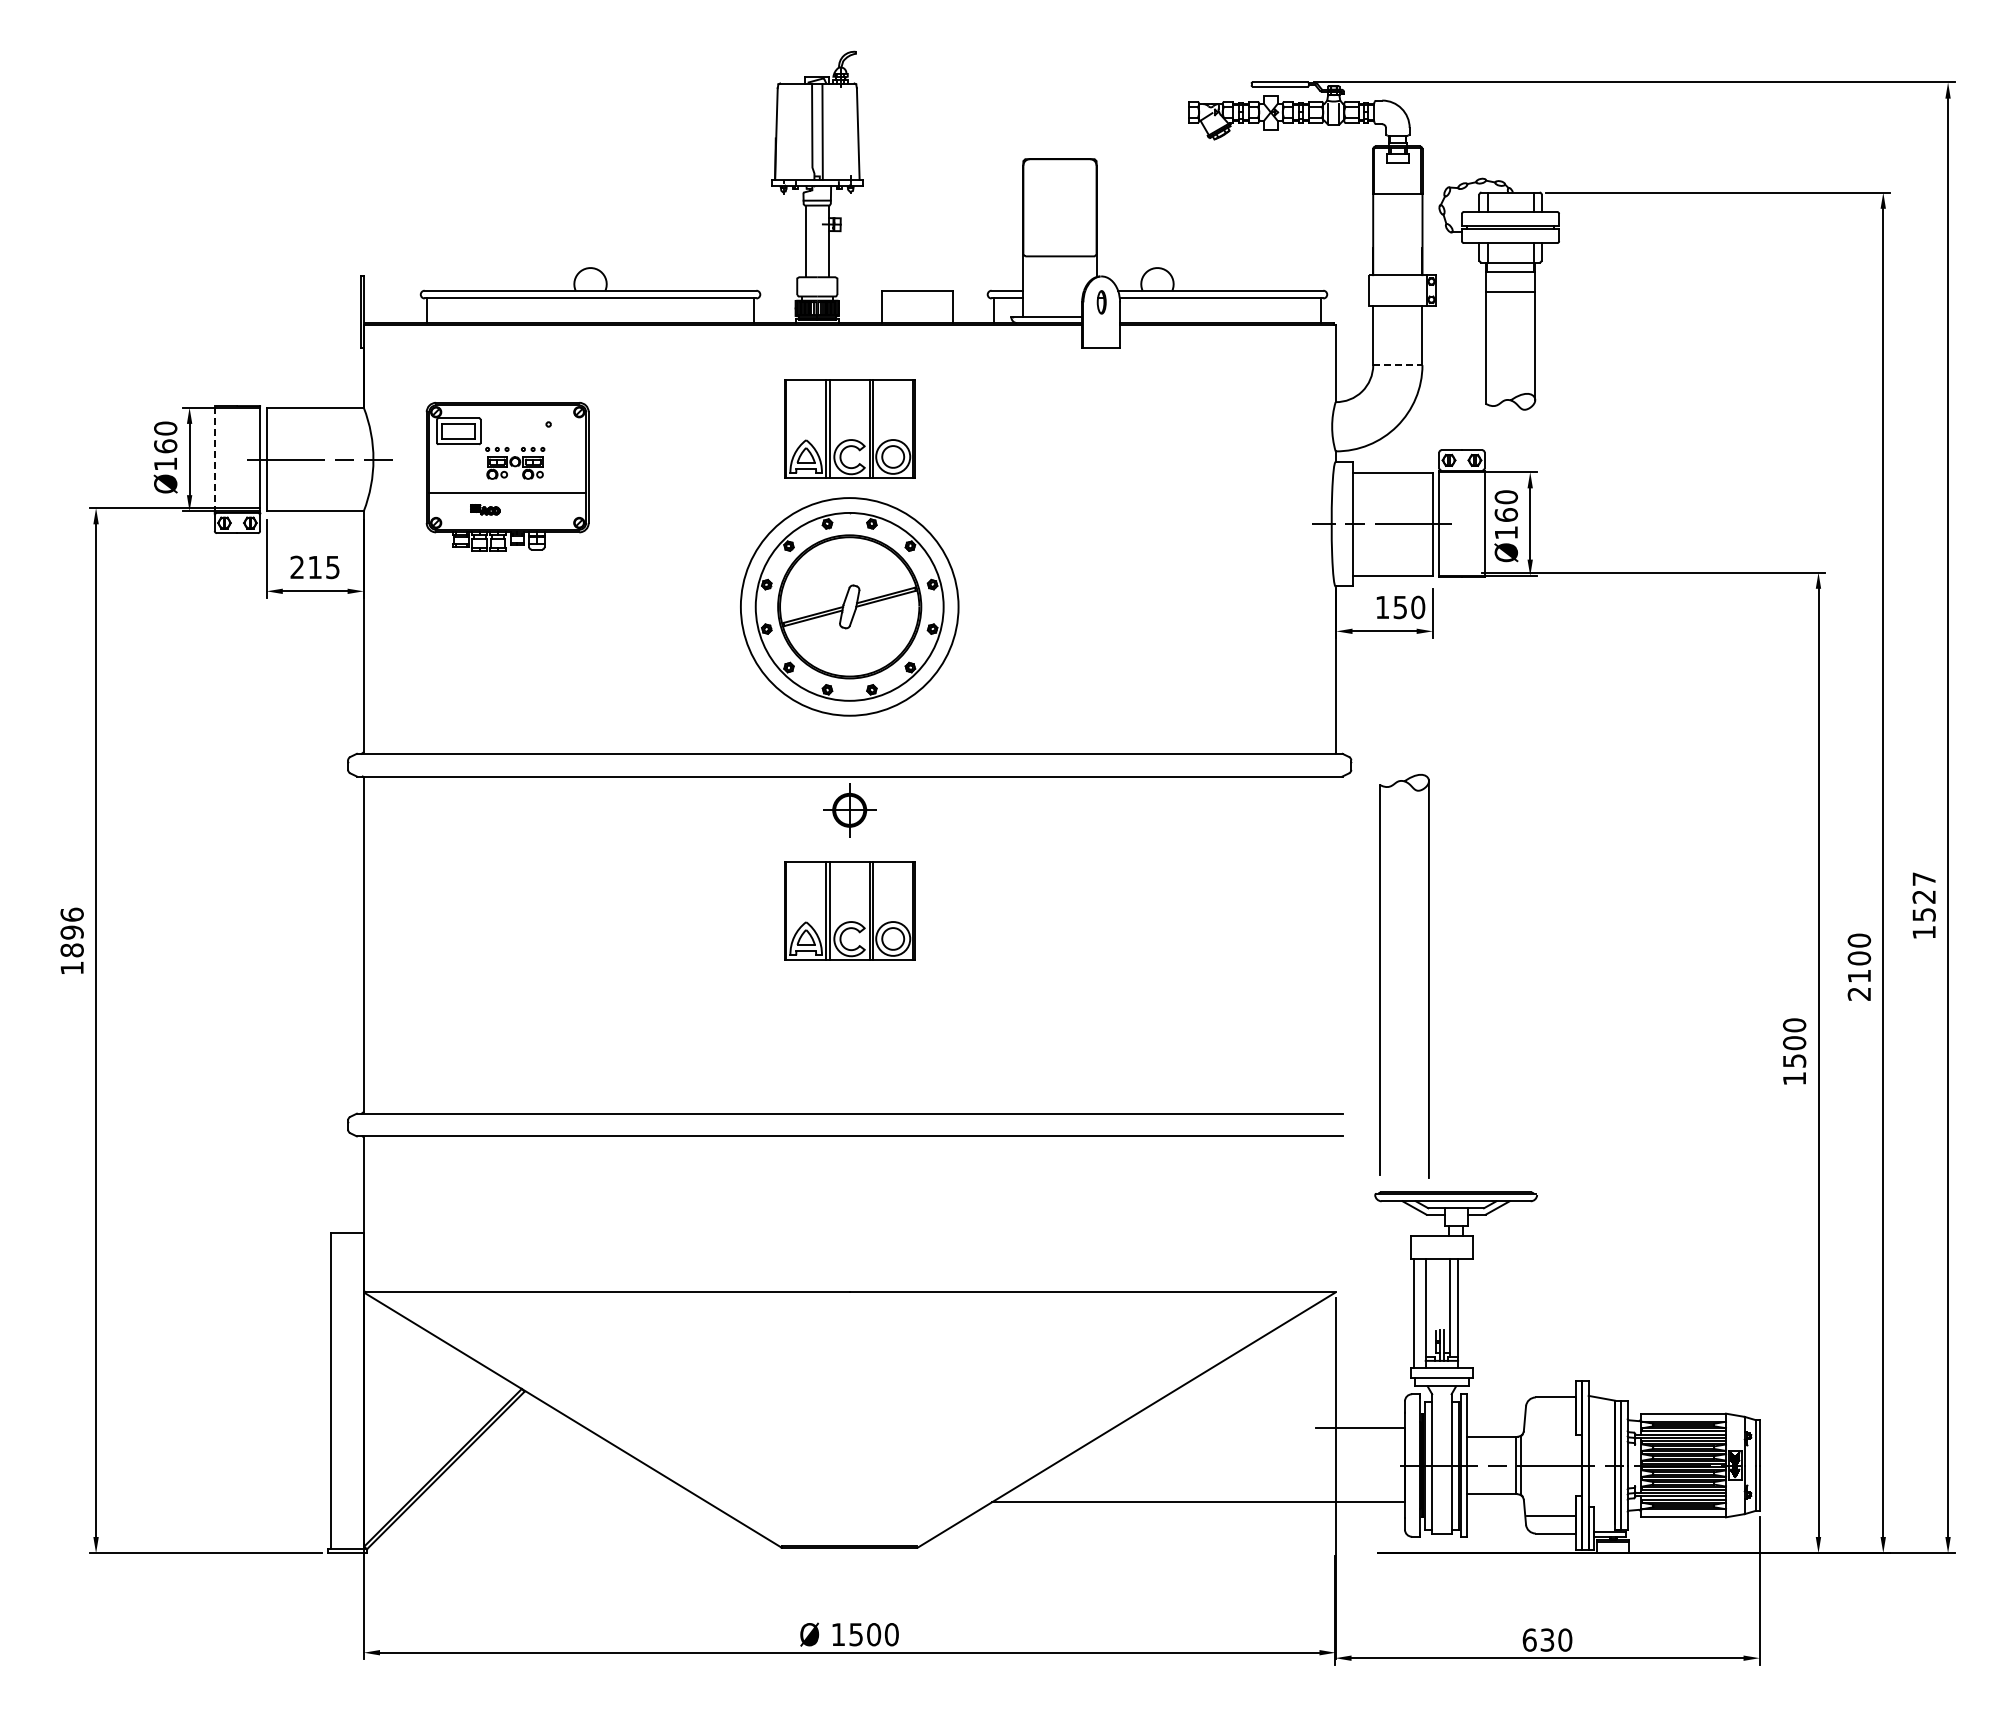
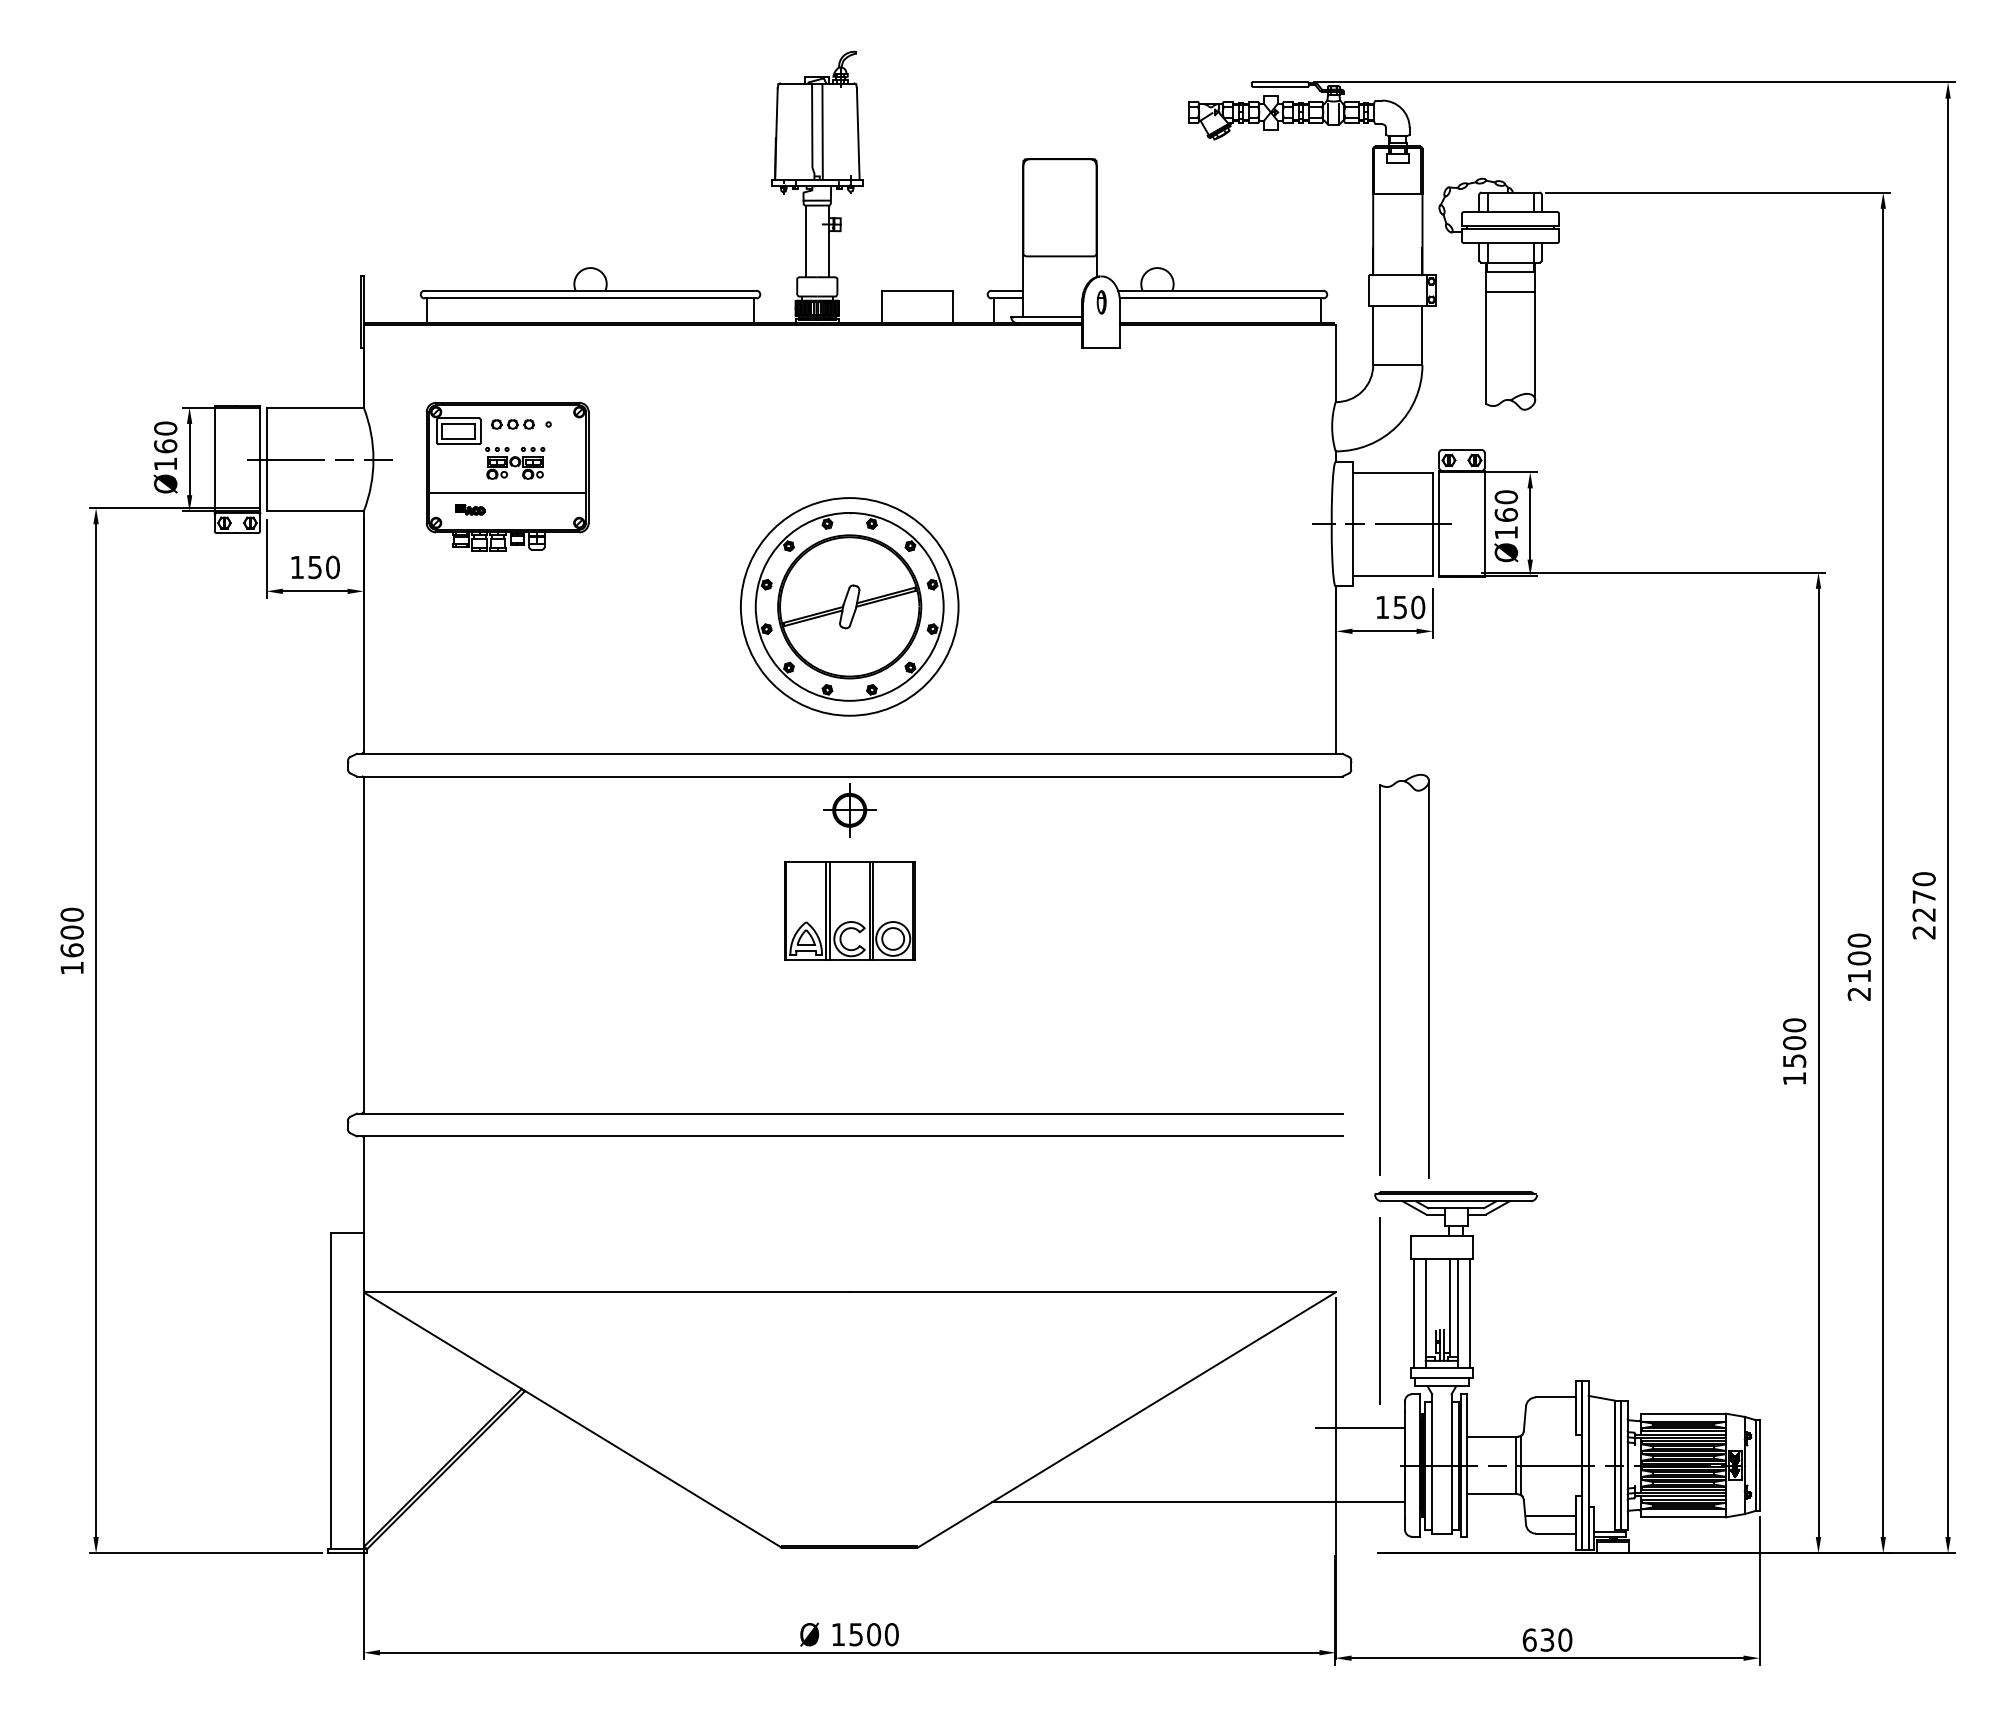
line at (1397, 365): dashed -> solid
part at (512, 424): none -> present
part at (849, 428): present -> none
line at (214, 459): dashed -> solid
part at (485, 509) position: (485, 509) -> (470, 509)
text at (314, 567): 215 -> 150
text at (1923, 905): 1527 -> 2270
text at (71, 932): 1896 -> 1600
line at (1379, 1310): none -> present
line at (1469, 1313): none -> present
